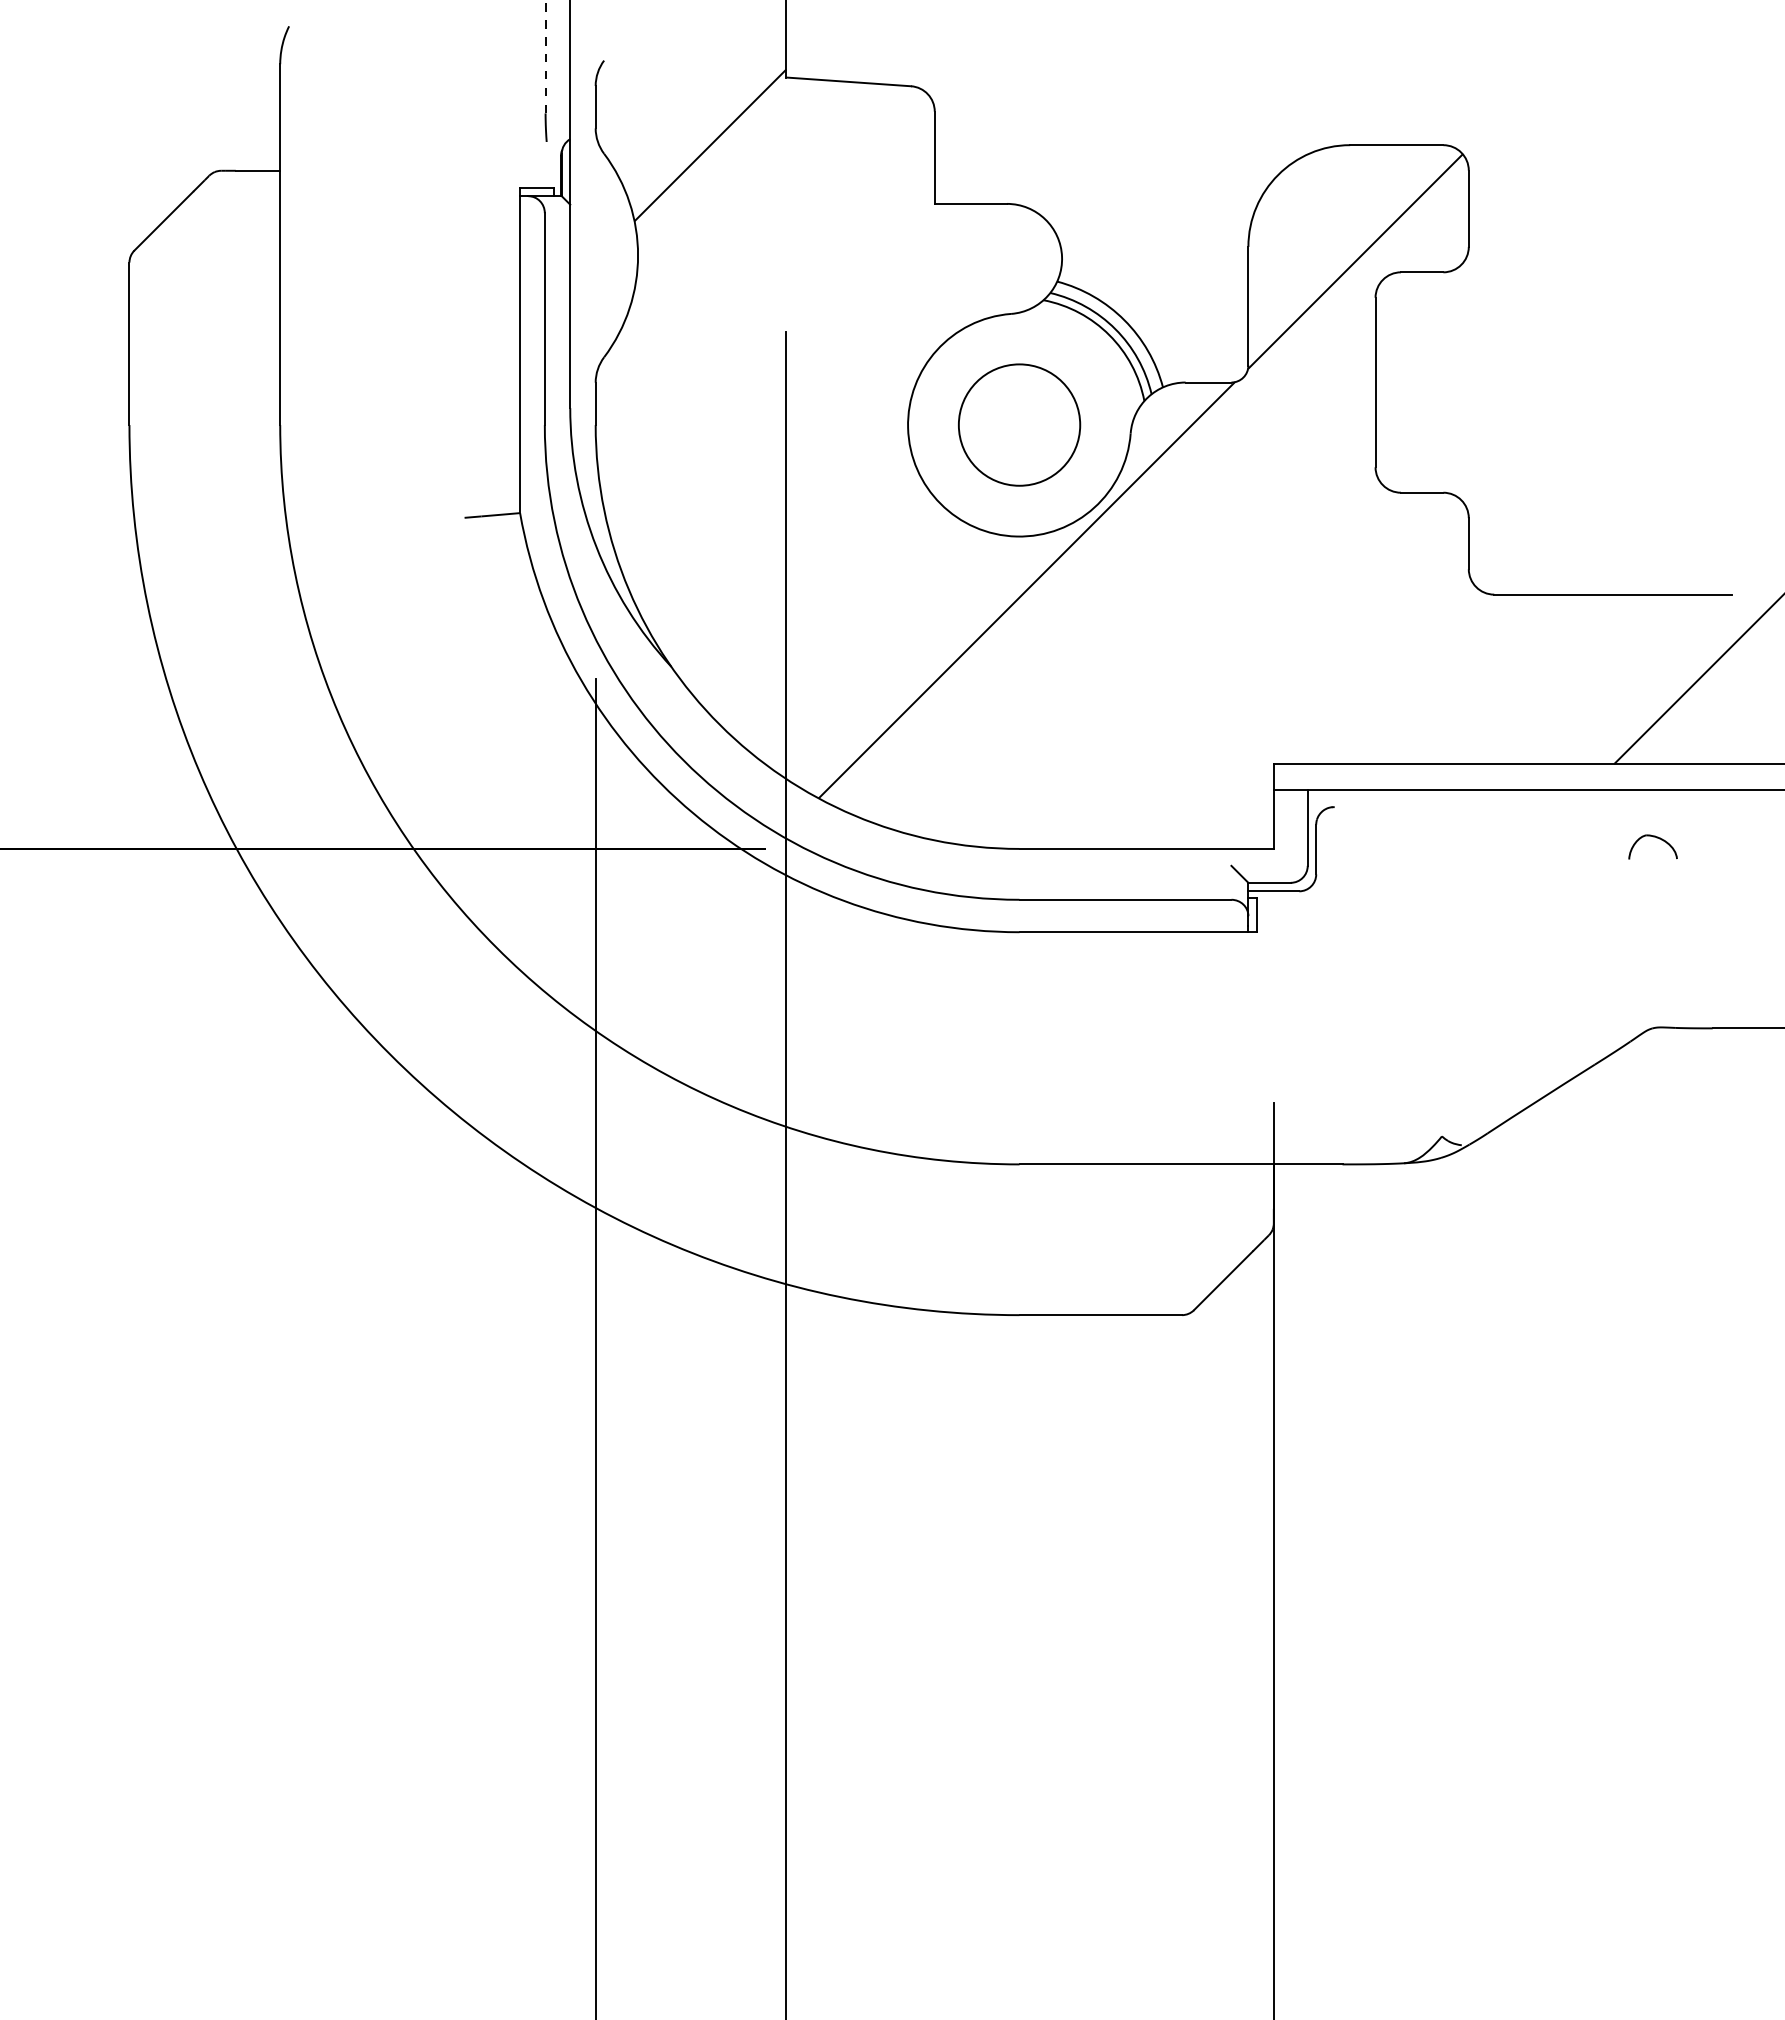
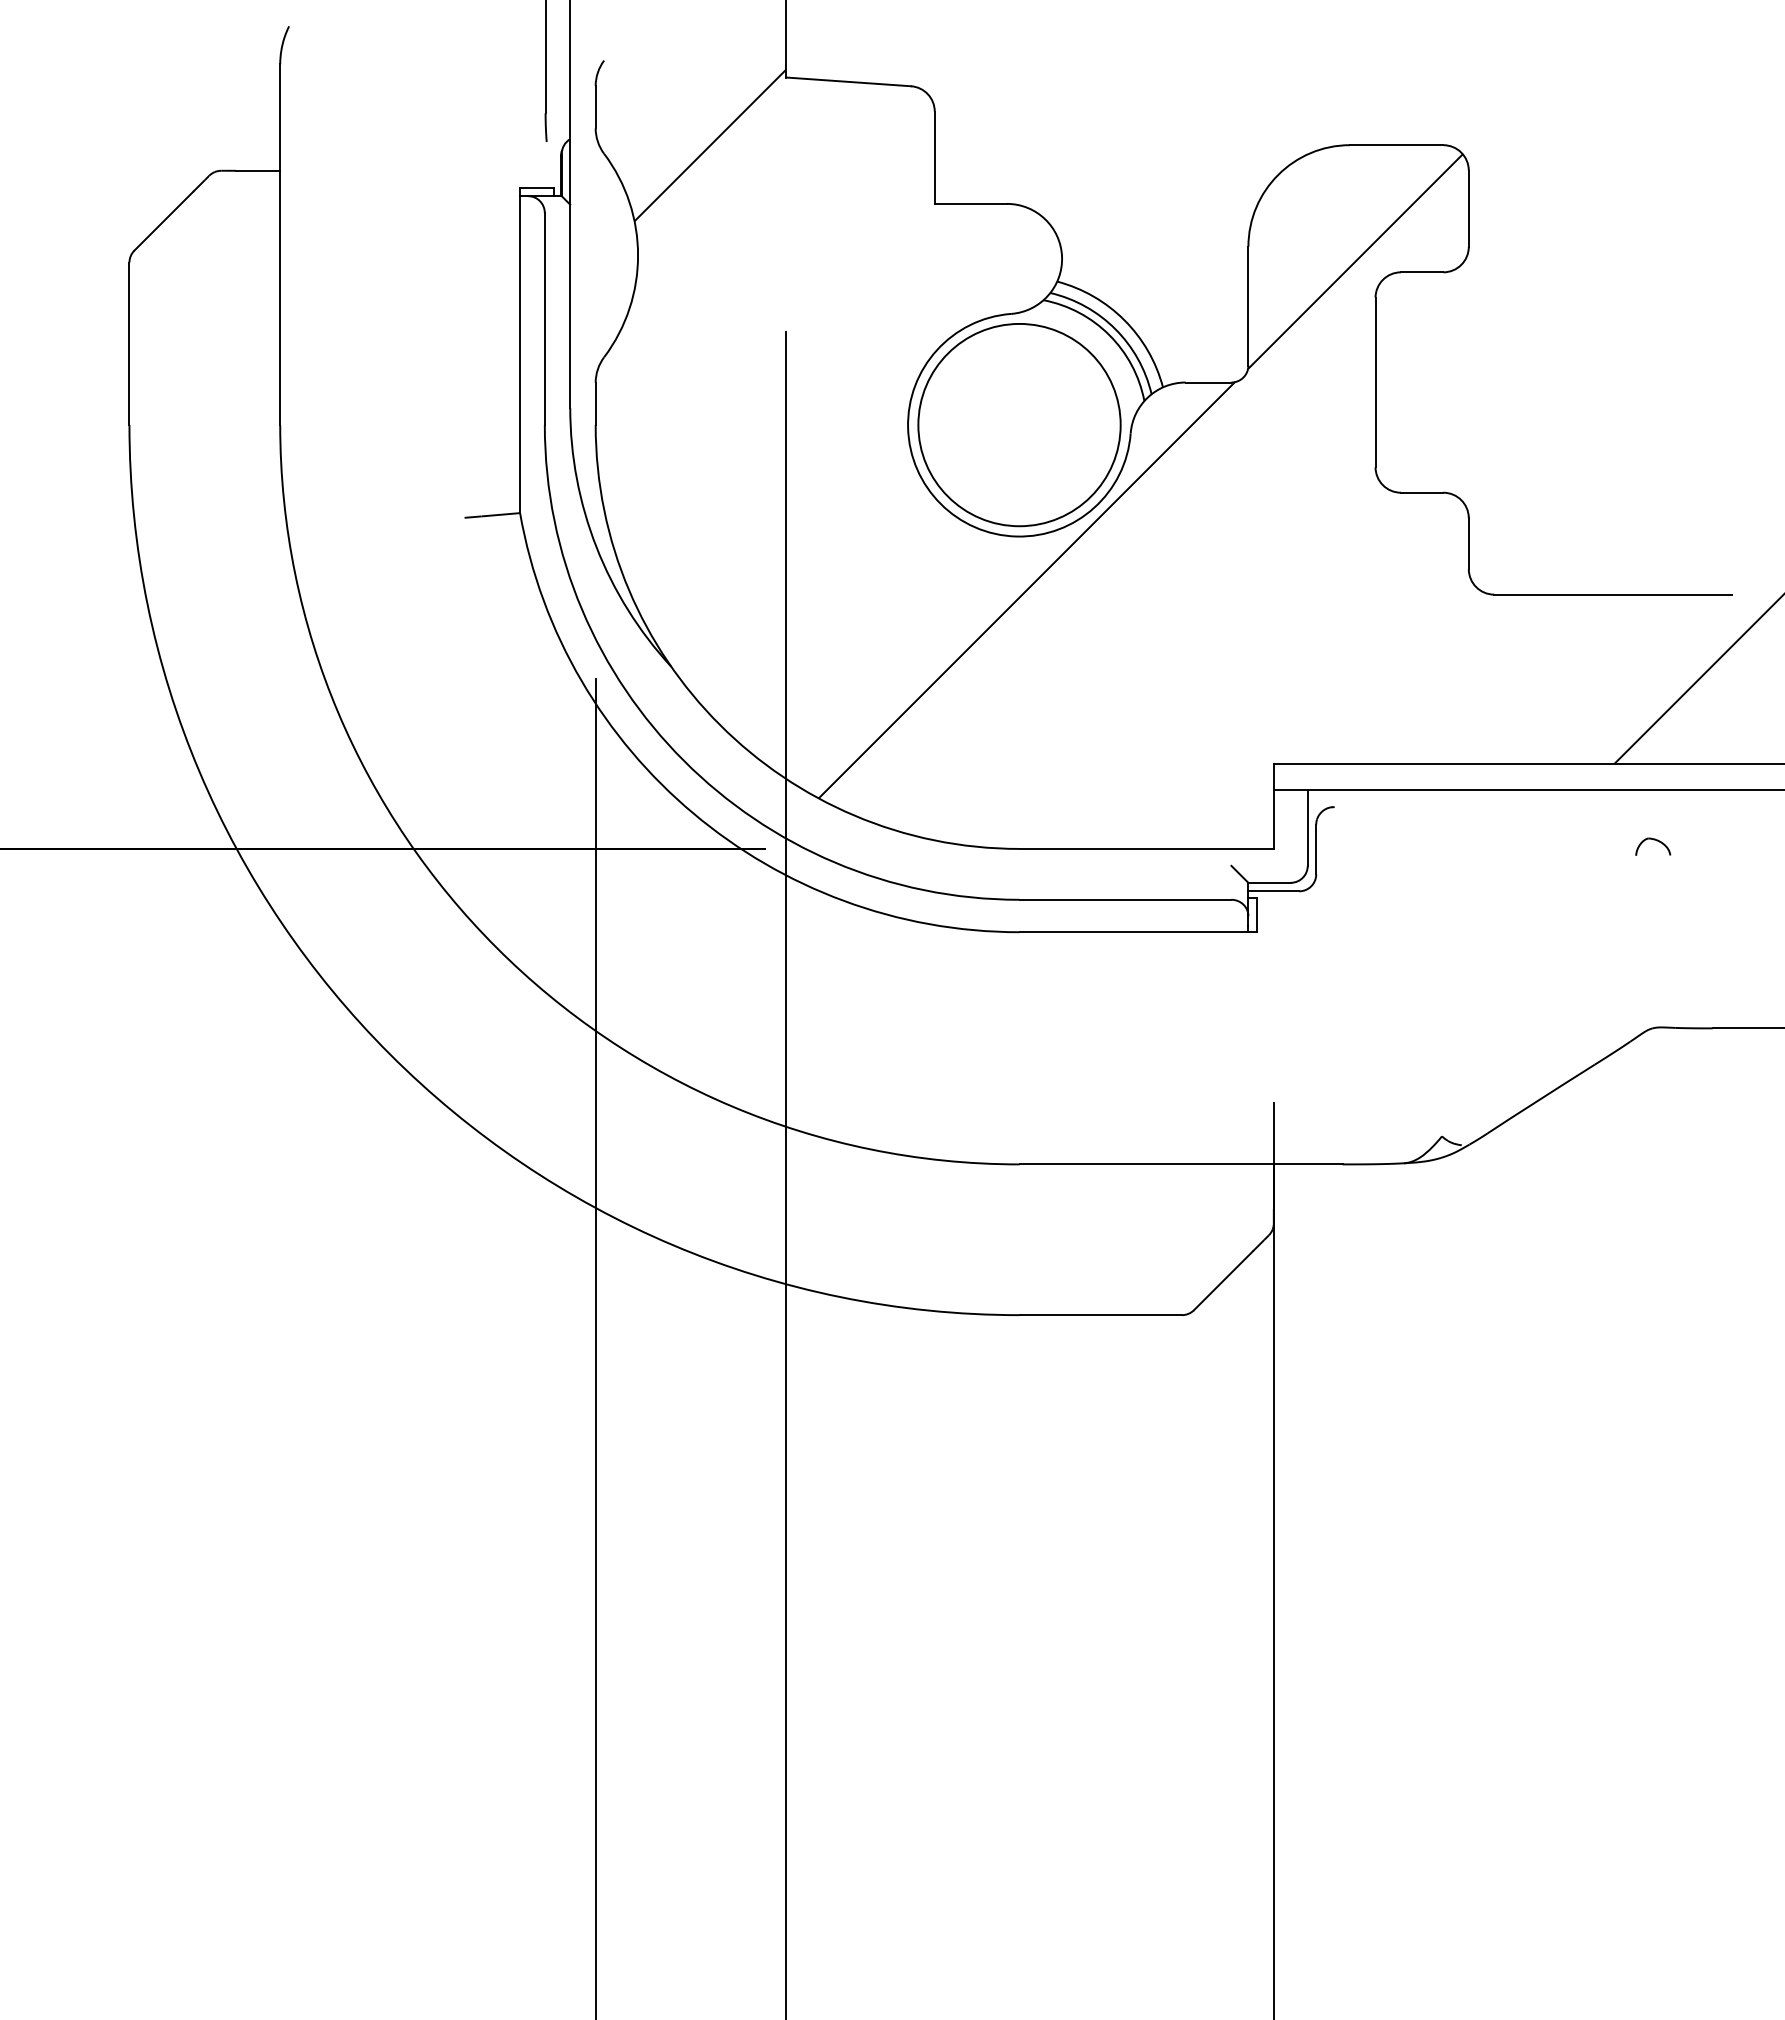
line at (545, 56): dashed -> solid
circle at (1019, 424) diameter: 121 px -> 202 px
part at (1652, 846) size: 50x26 px -> 37x19 px
